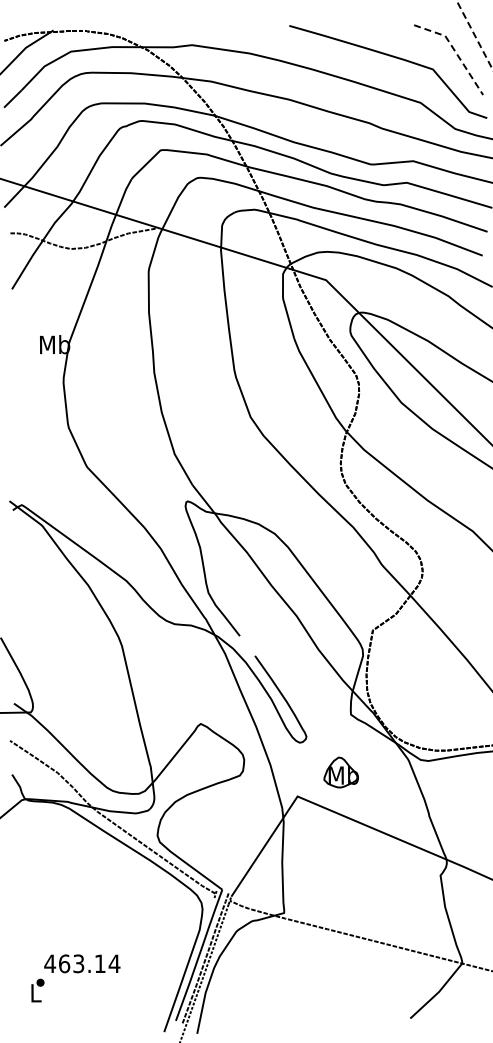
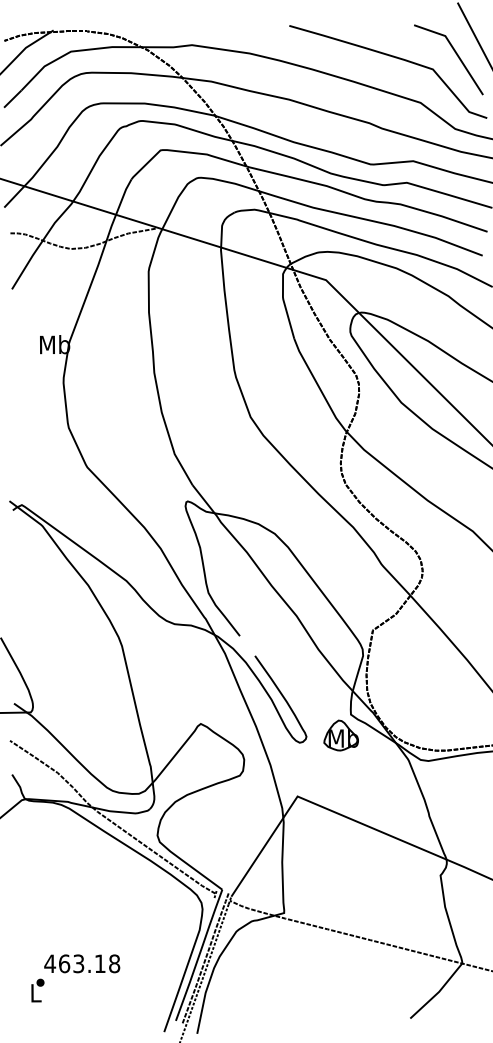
line at (475, 36): dashed -> solid
line at (454, 51): dashed -> solid
part at (340, 772) position: (340, 772) -> (340, 735)
text at (114, 963): 463.14 -> 463.18
